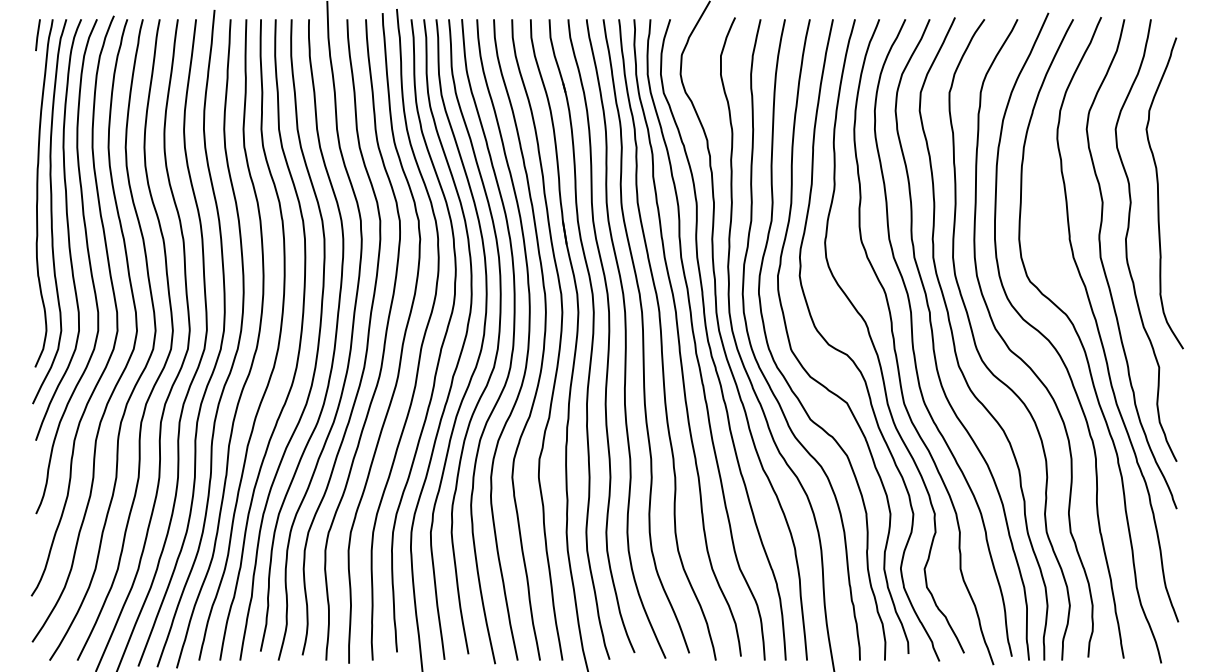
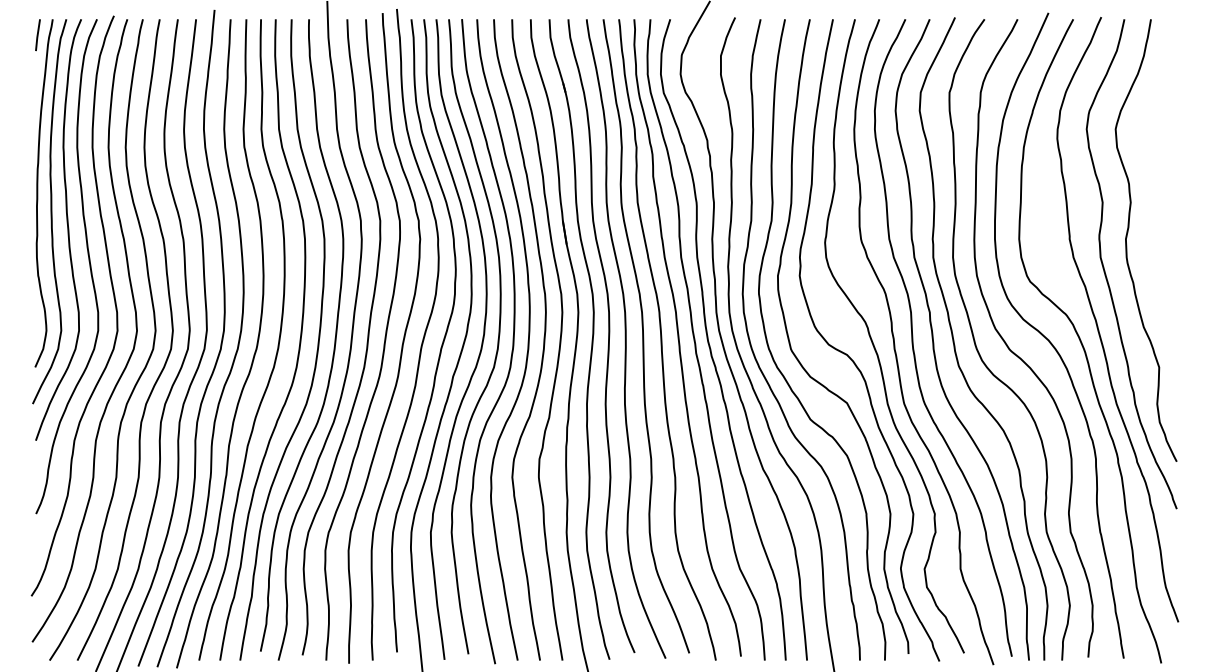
curve at (1158, 193): present -> none
